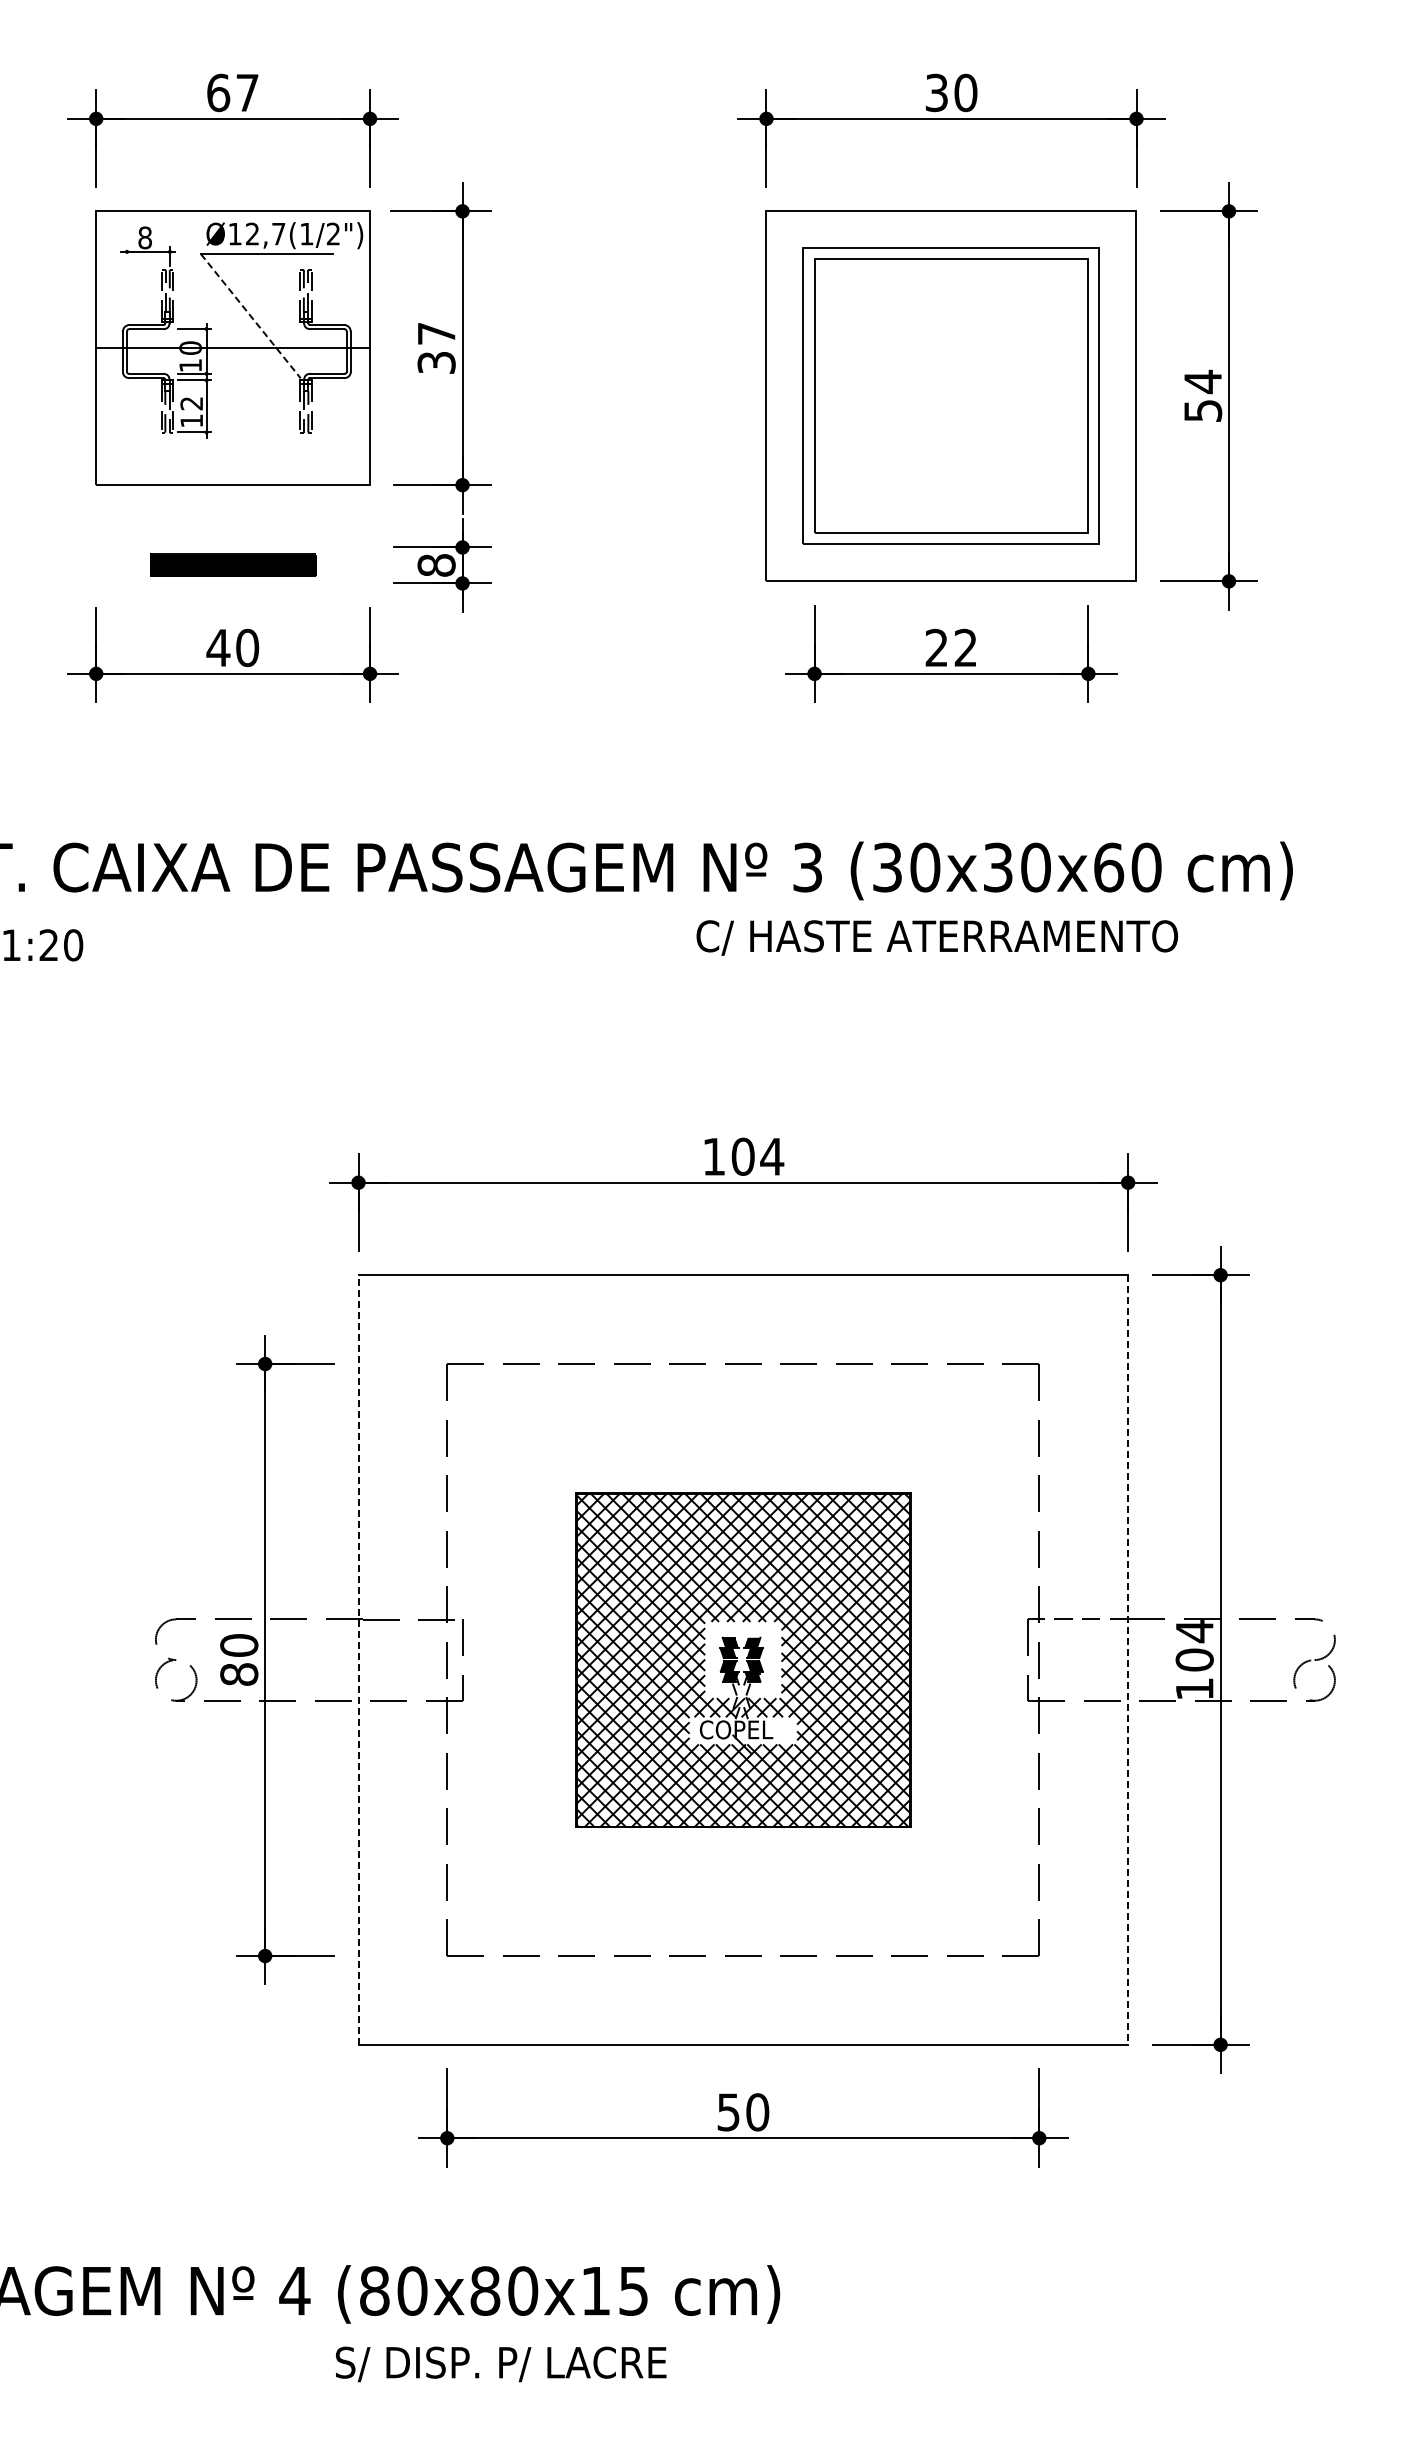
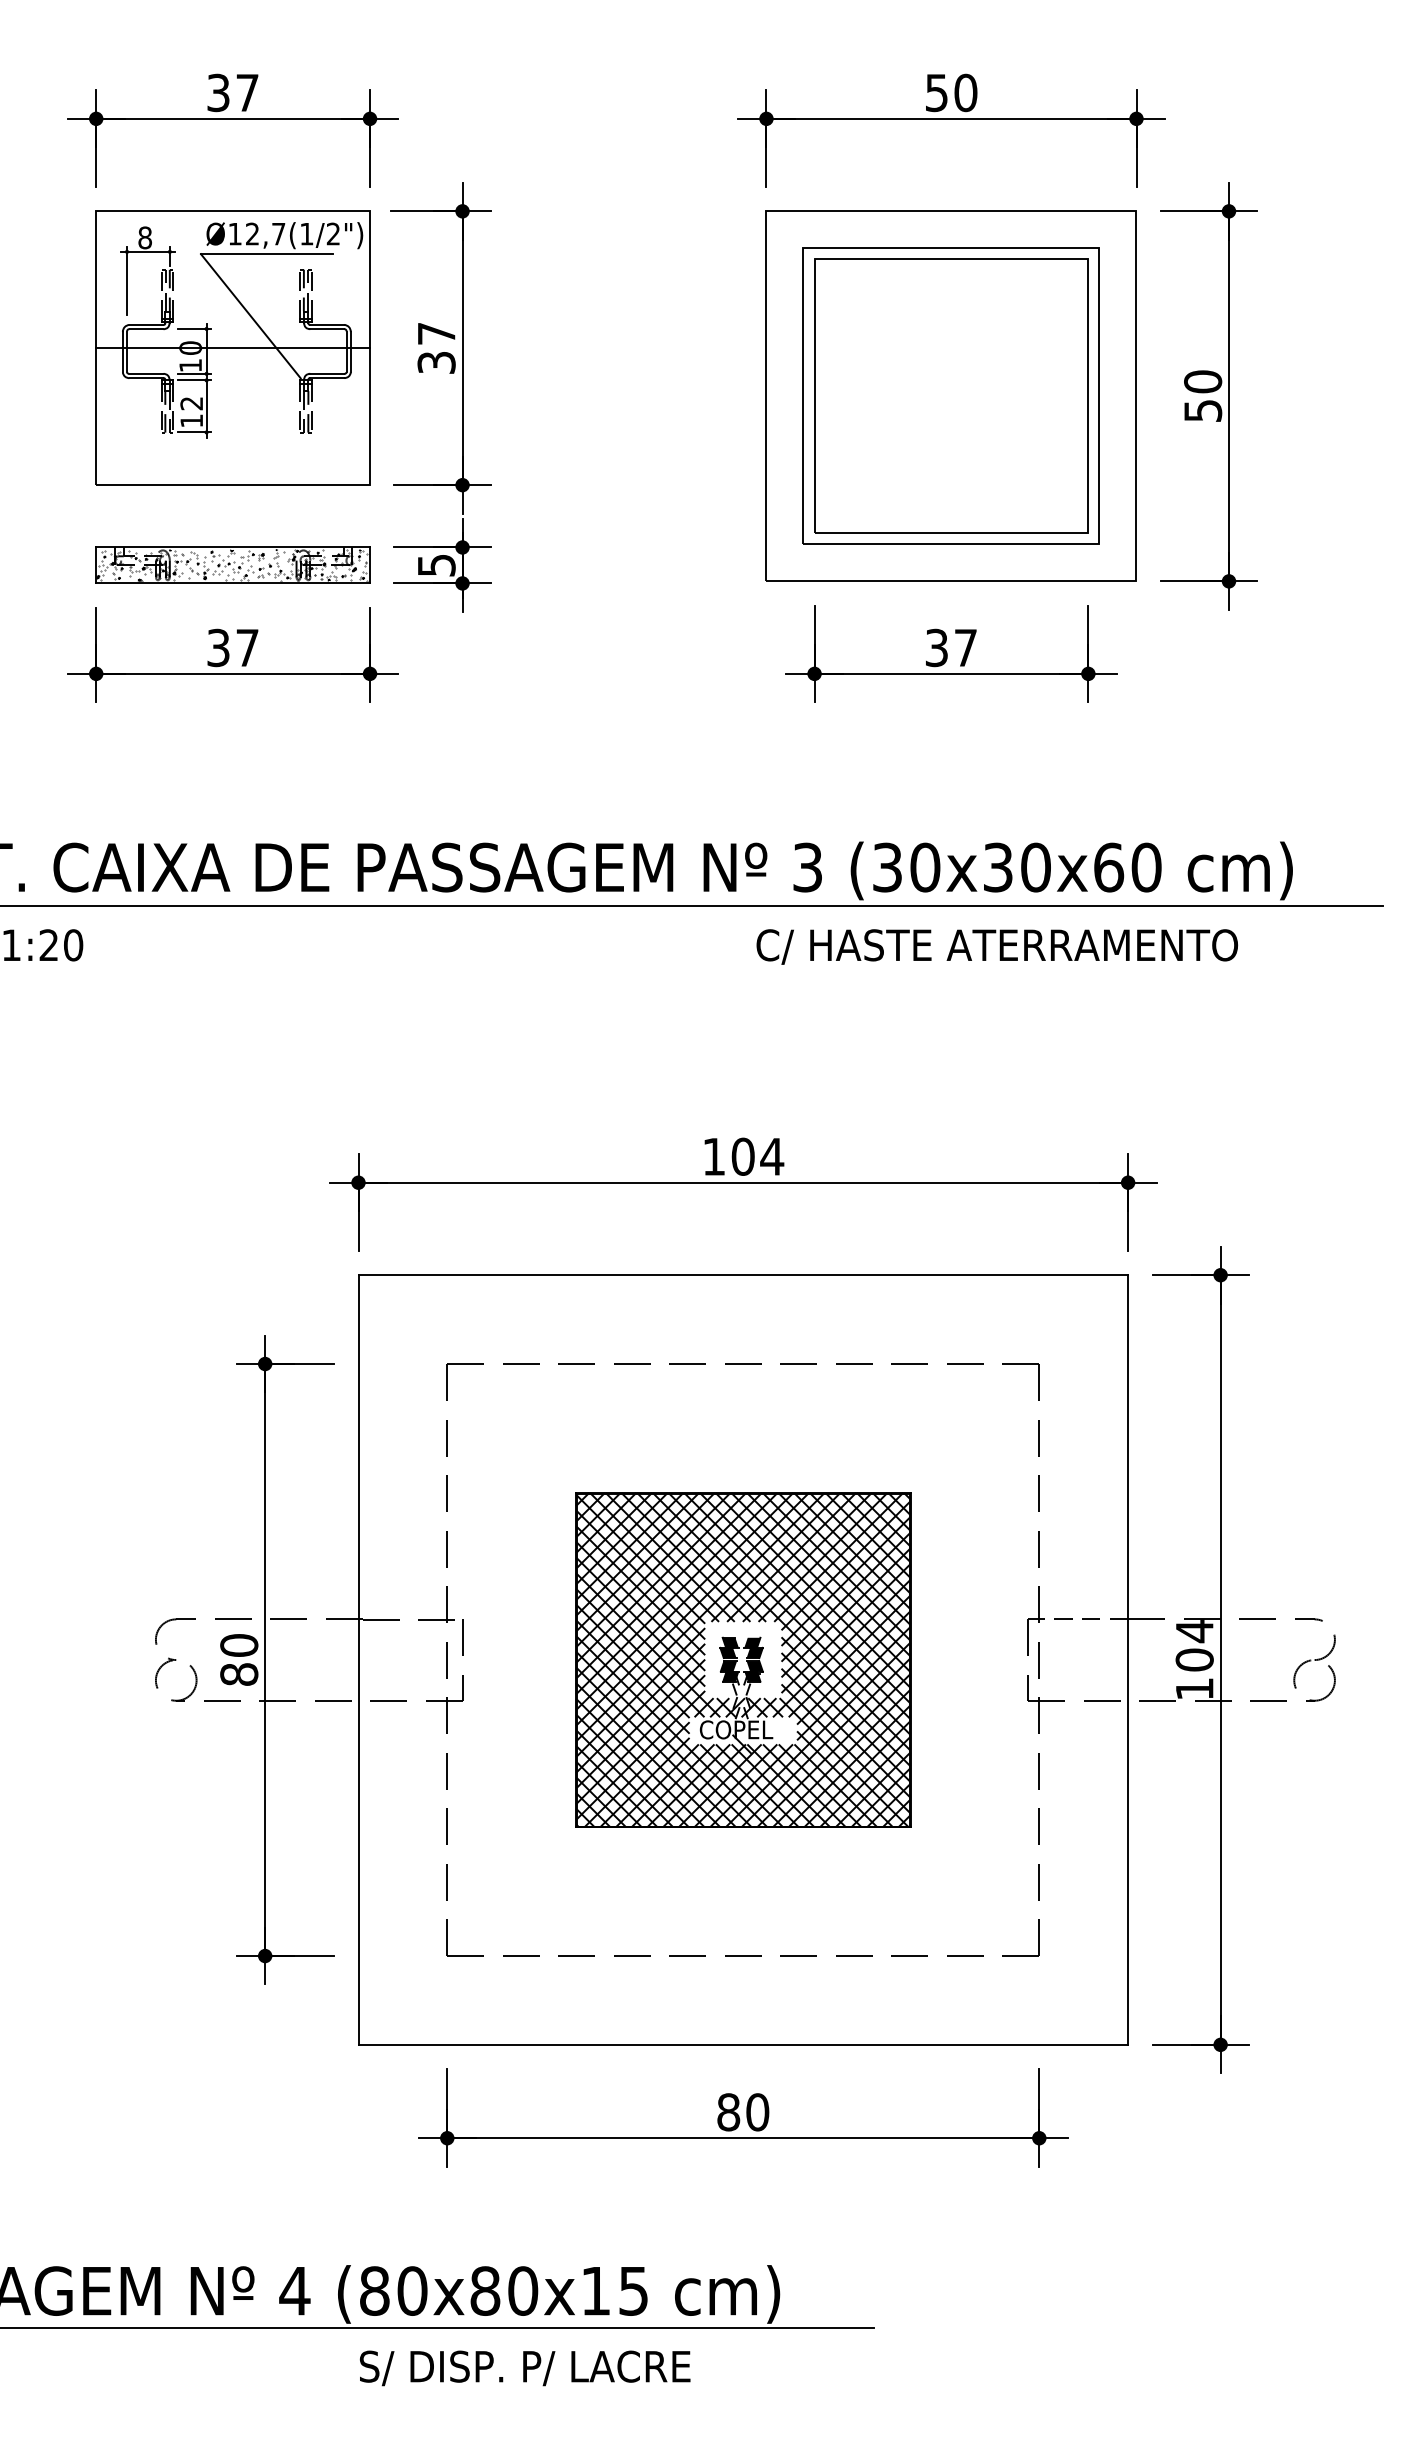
text at (218, 92): 67 -> 37
text at (936, 92): 30 -> 50
line at (127, 280): none -> present
line at (250, 316): dashed -> solid
text at (1203, 381): 54 -> 50
part at (233, 564) size: 167x24 px -> 276x38 px
text at (436, 565): 8 -> 5
text at (232, 647): 40 -> 37
text at (950, 647): 22 -> 37
line at (692, 906): none -> present
text at (937, 937) position: (937, 937) -> (997, 946)
line at (358, 1660): dashed -> solid
line at (1128, 1660): dashed -> solid
text at (728, 2112): 50 -> 80
line at (437, 2327): none -> present
text at (500, 2364) position: (500, 2364) -> (524, 2368)
